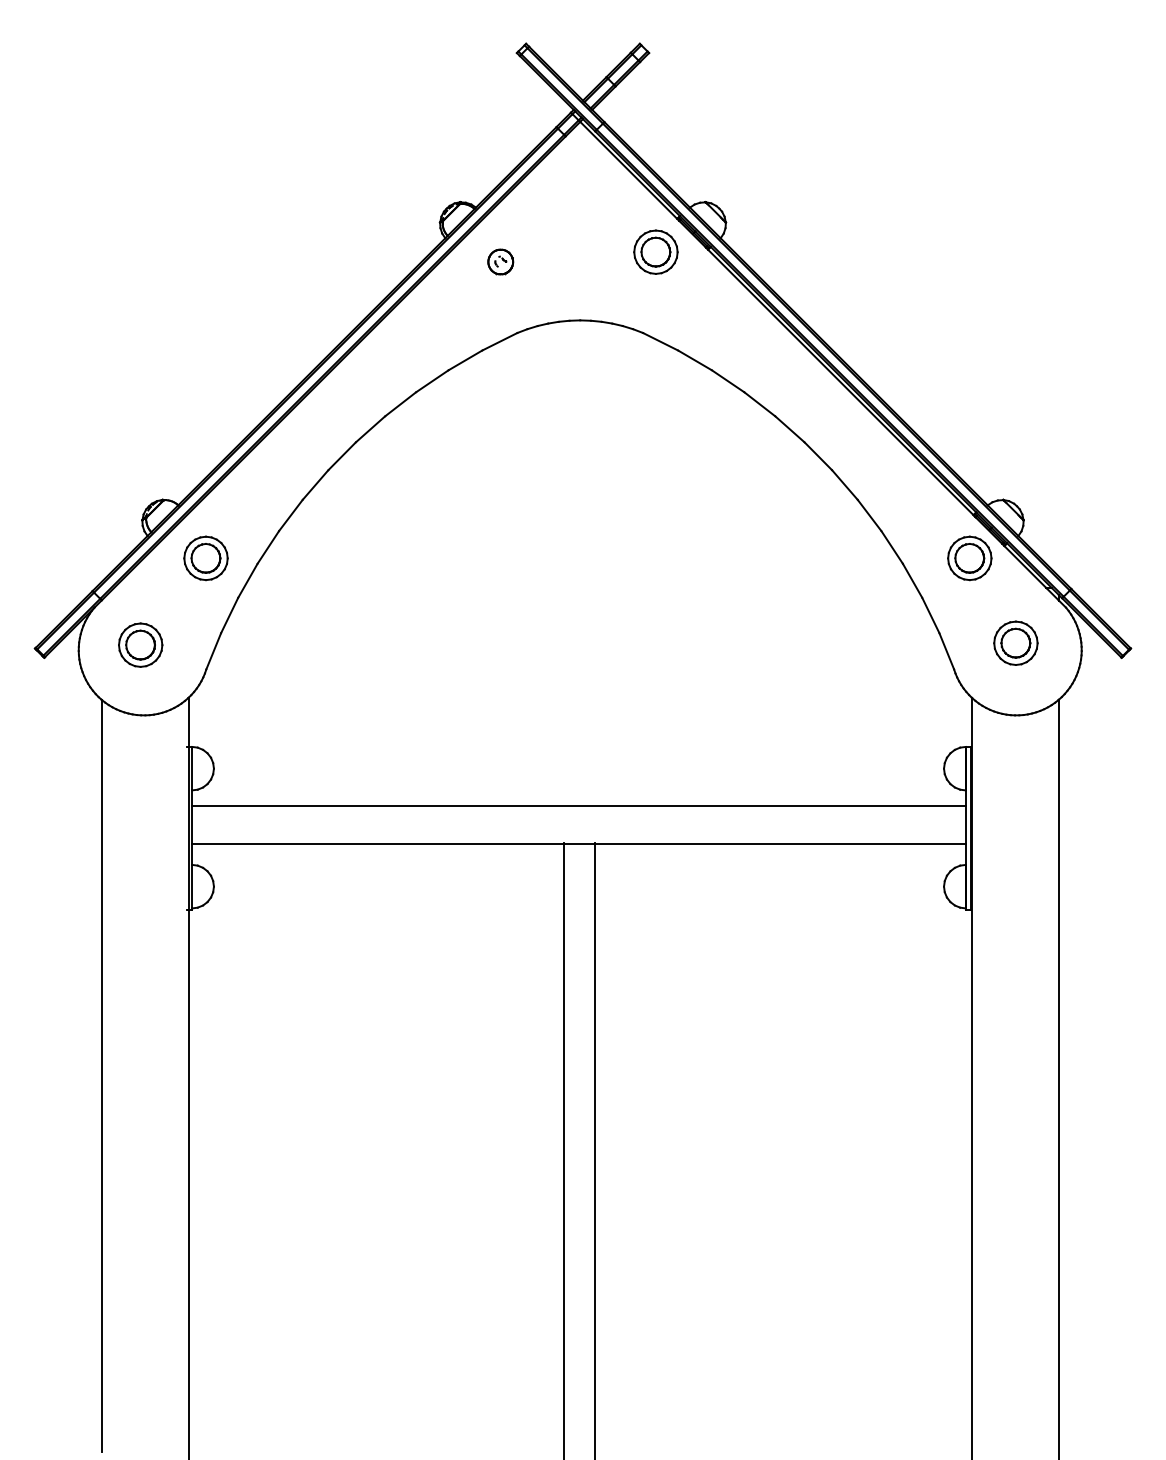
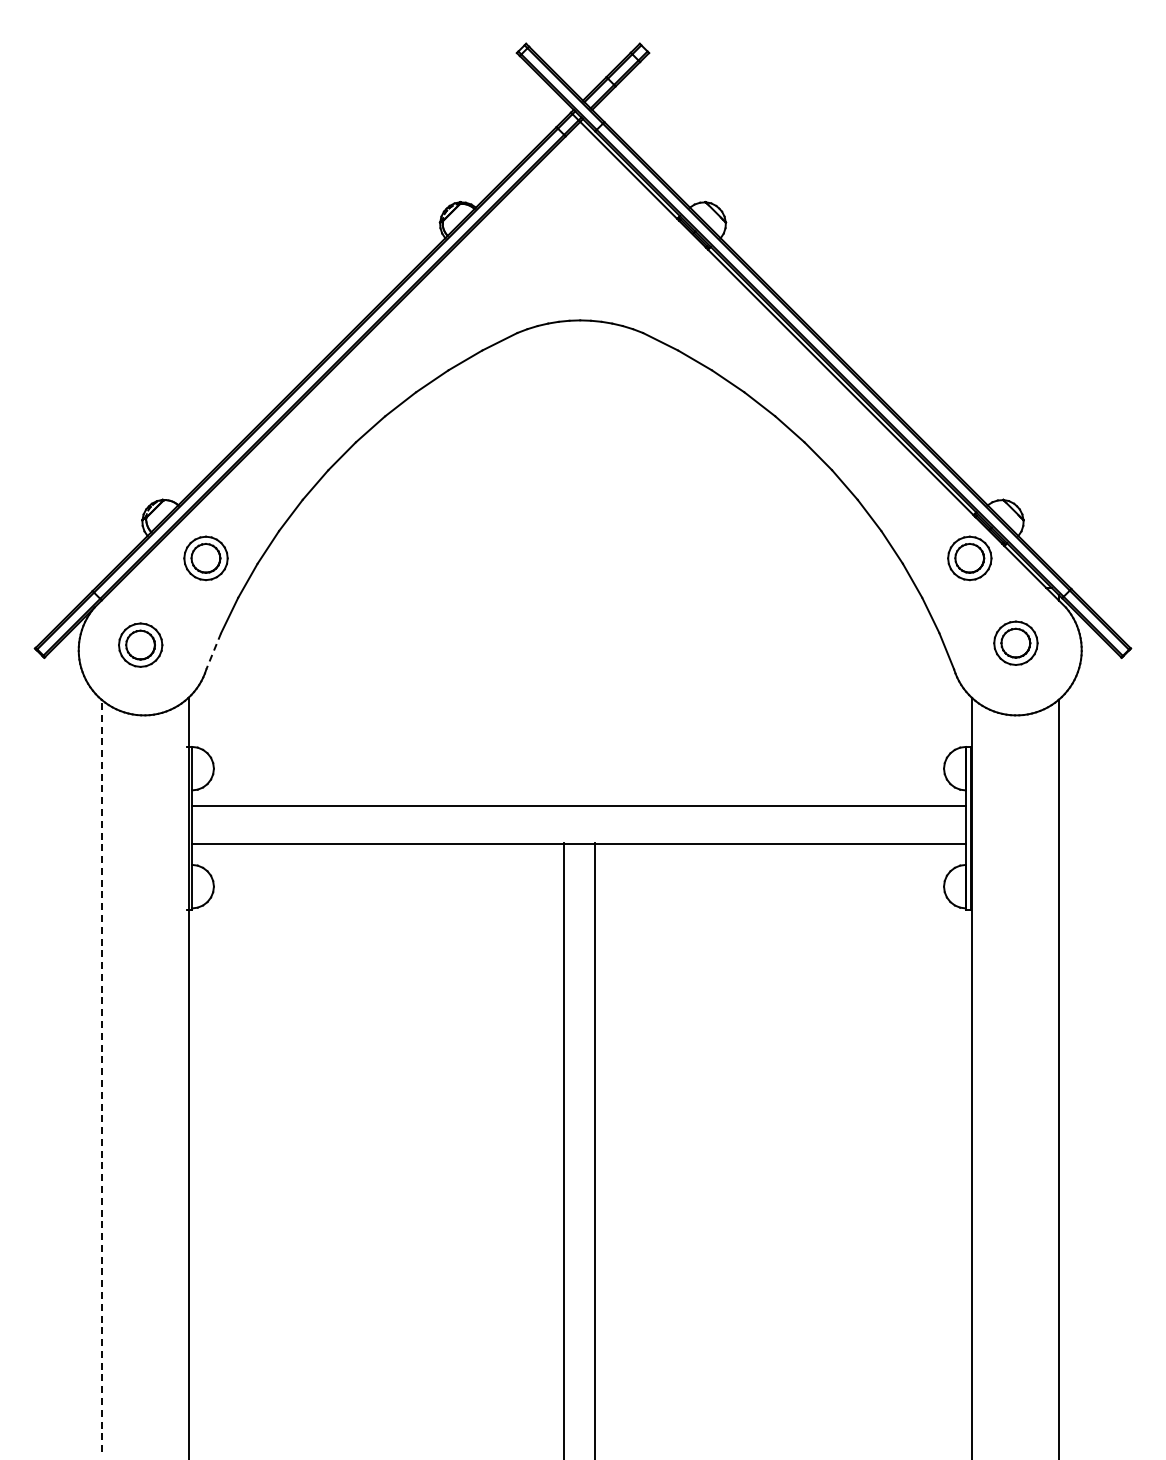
part at (655, 251): present -> none
part at (500, 261): present -> none
line at (213, 651): solid -> dashed
line at (101, 1075): solid -> dashed
